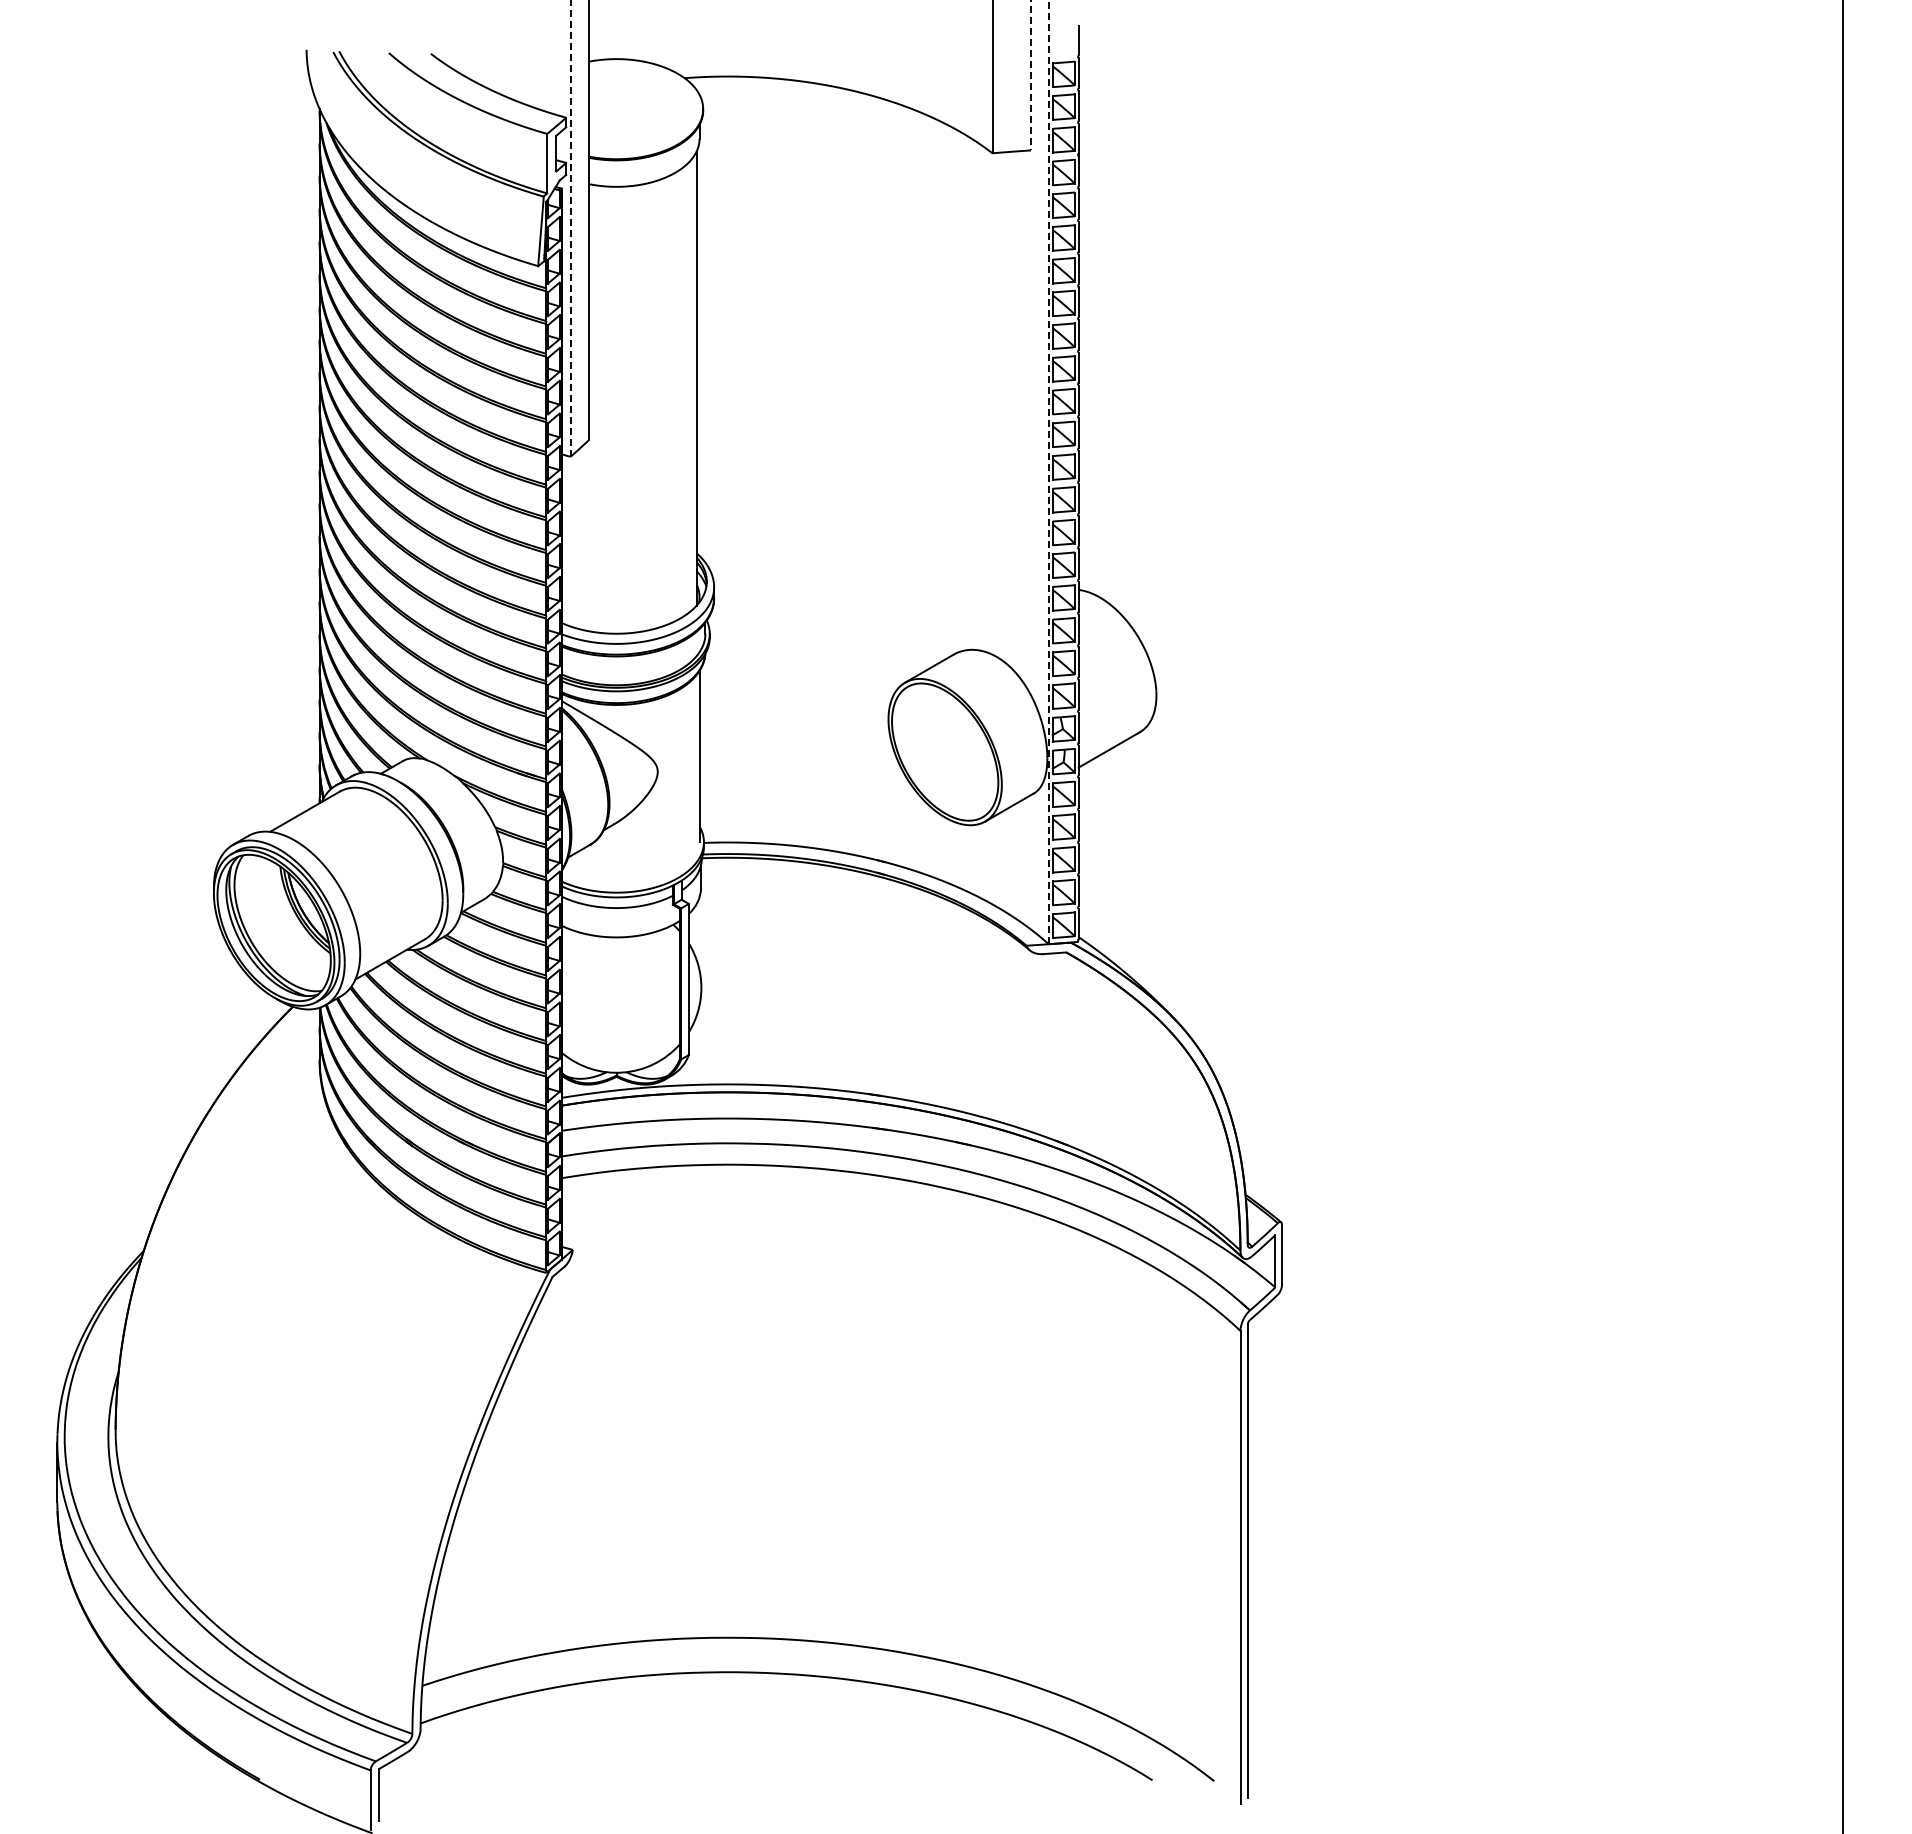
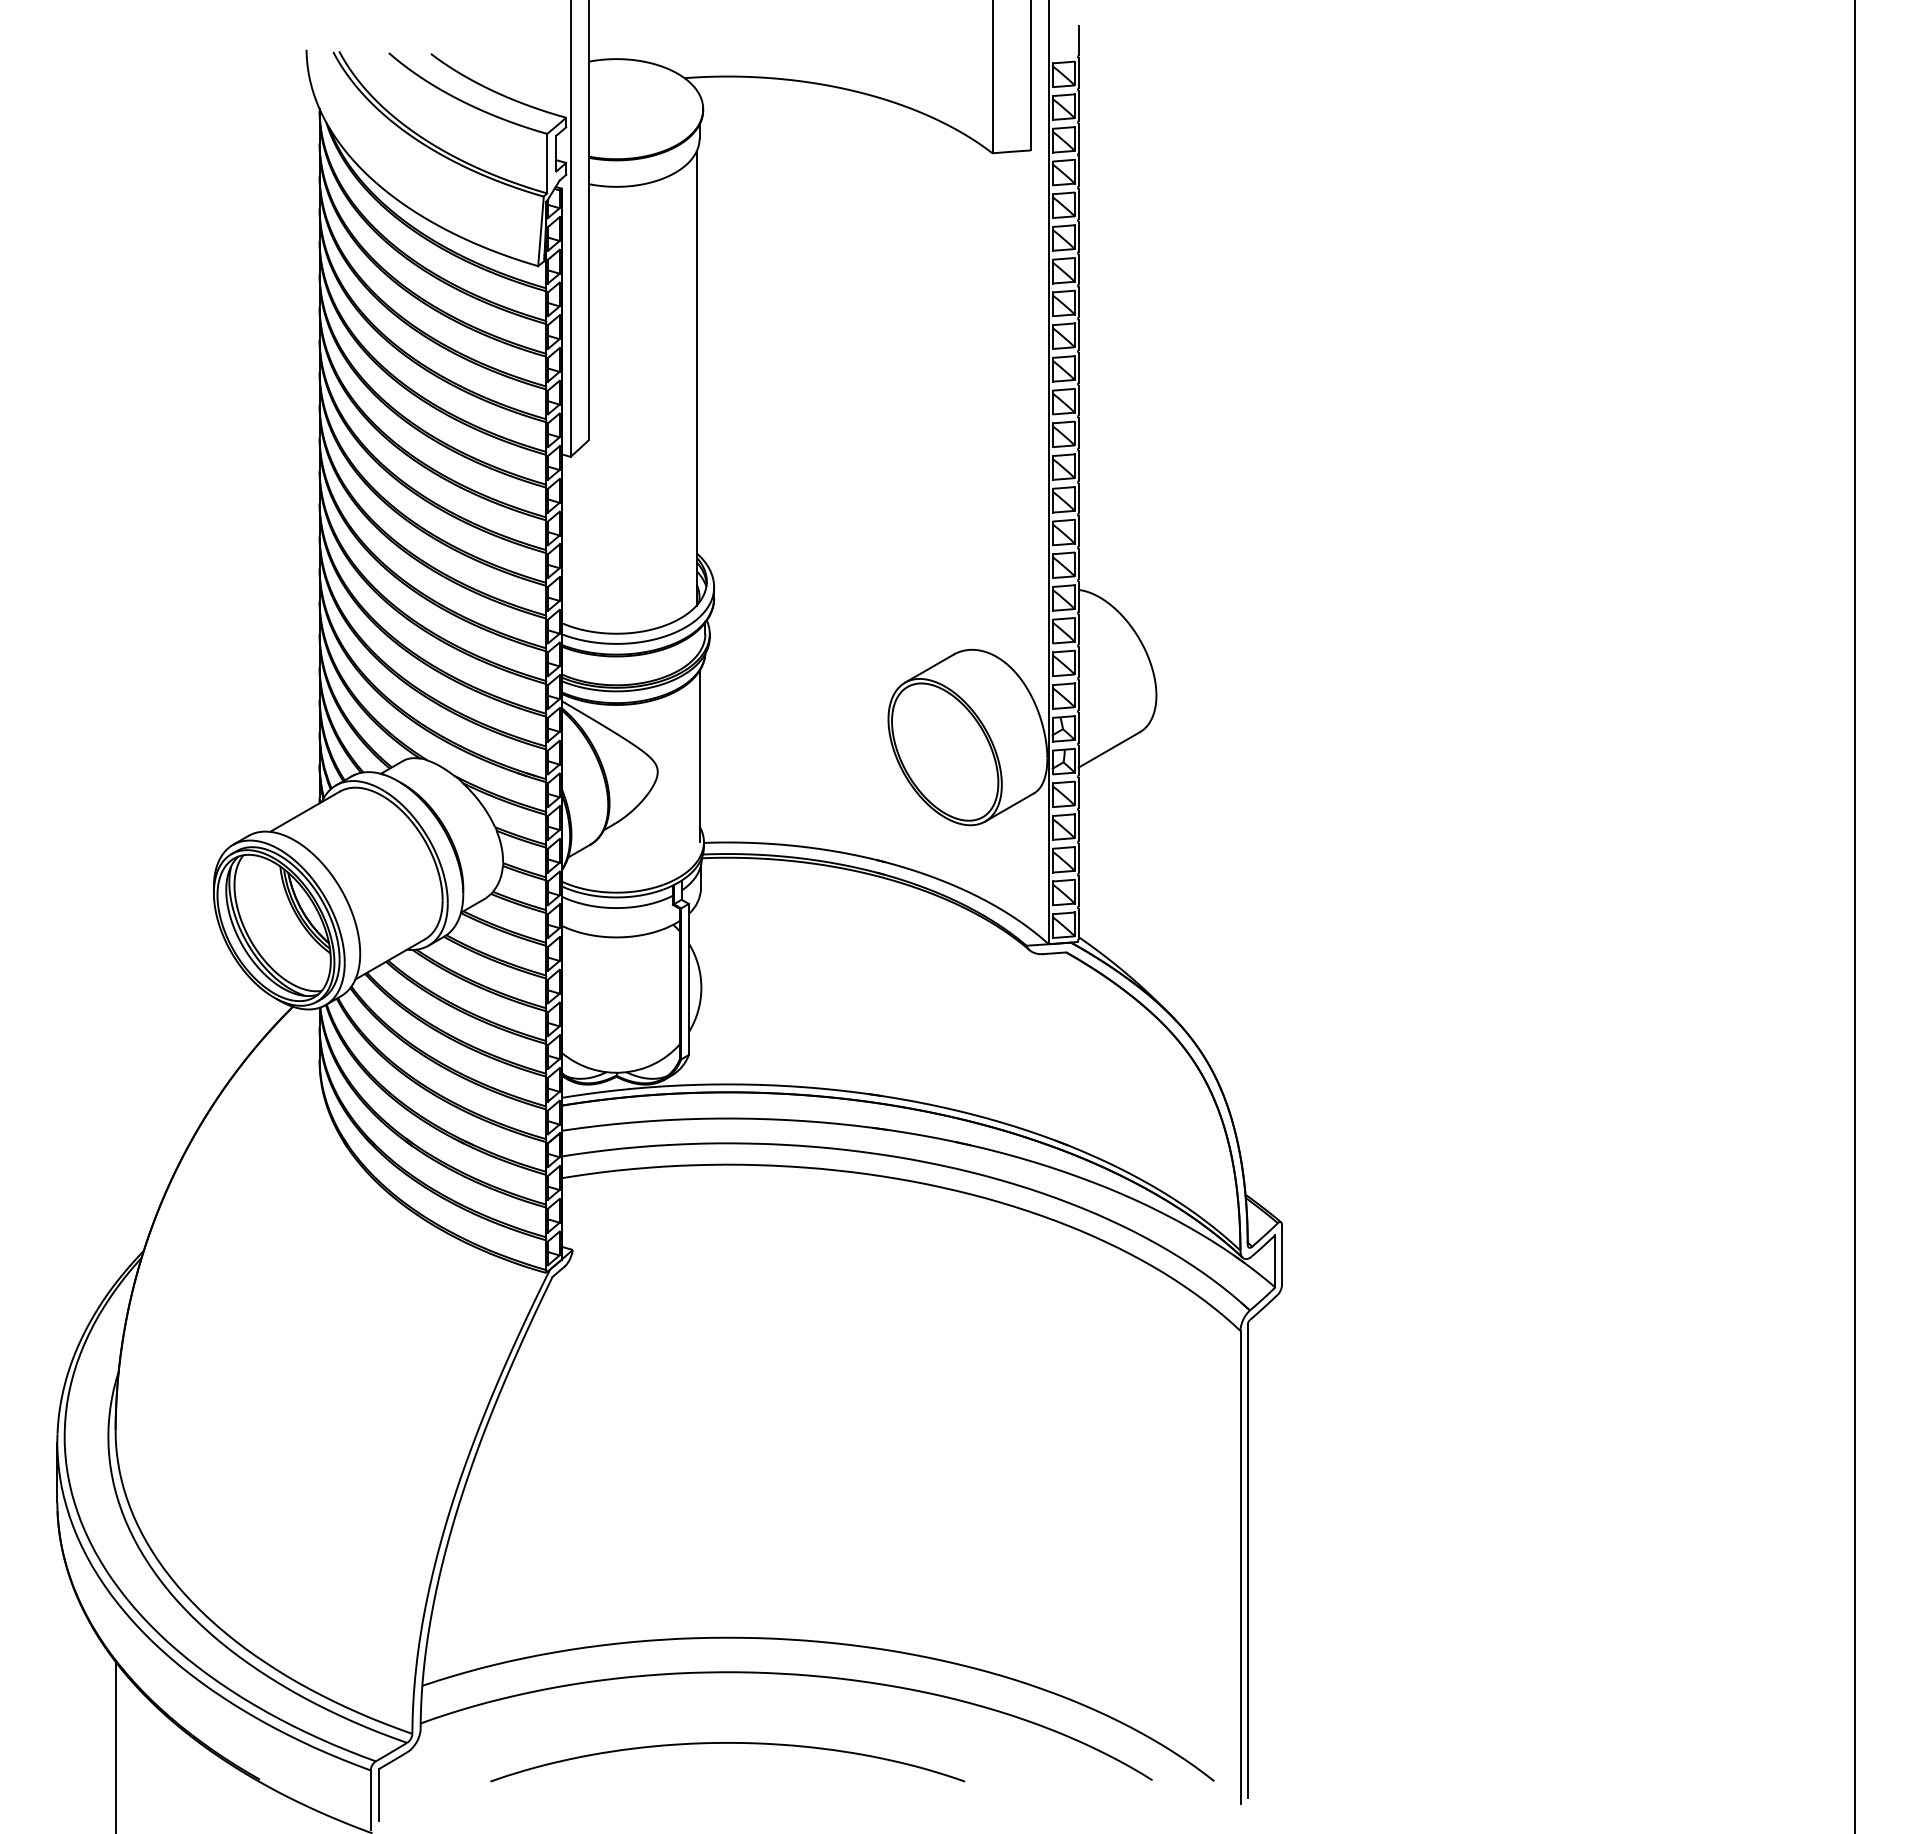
line at (1030, 75): dashed -> solid
line at (570, 228): dashed -> solid
line at (1048, 471): dashed -> solid
line at (1842, 916) position: (1842, 916) -> (1854, 916)
curve at (727, 1743): none -> present
line at (115, 1745): none -> present
